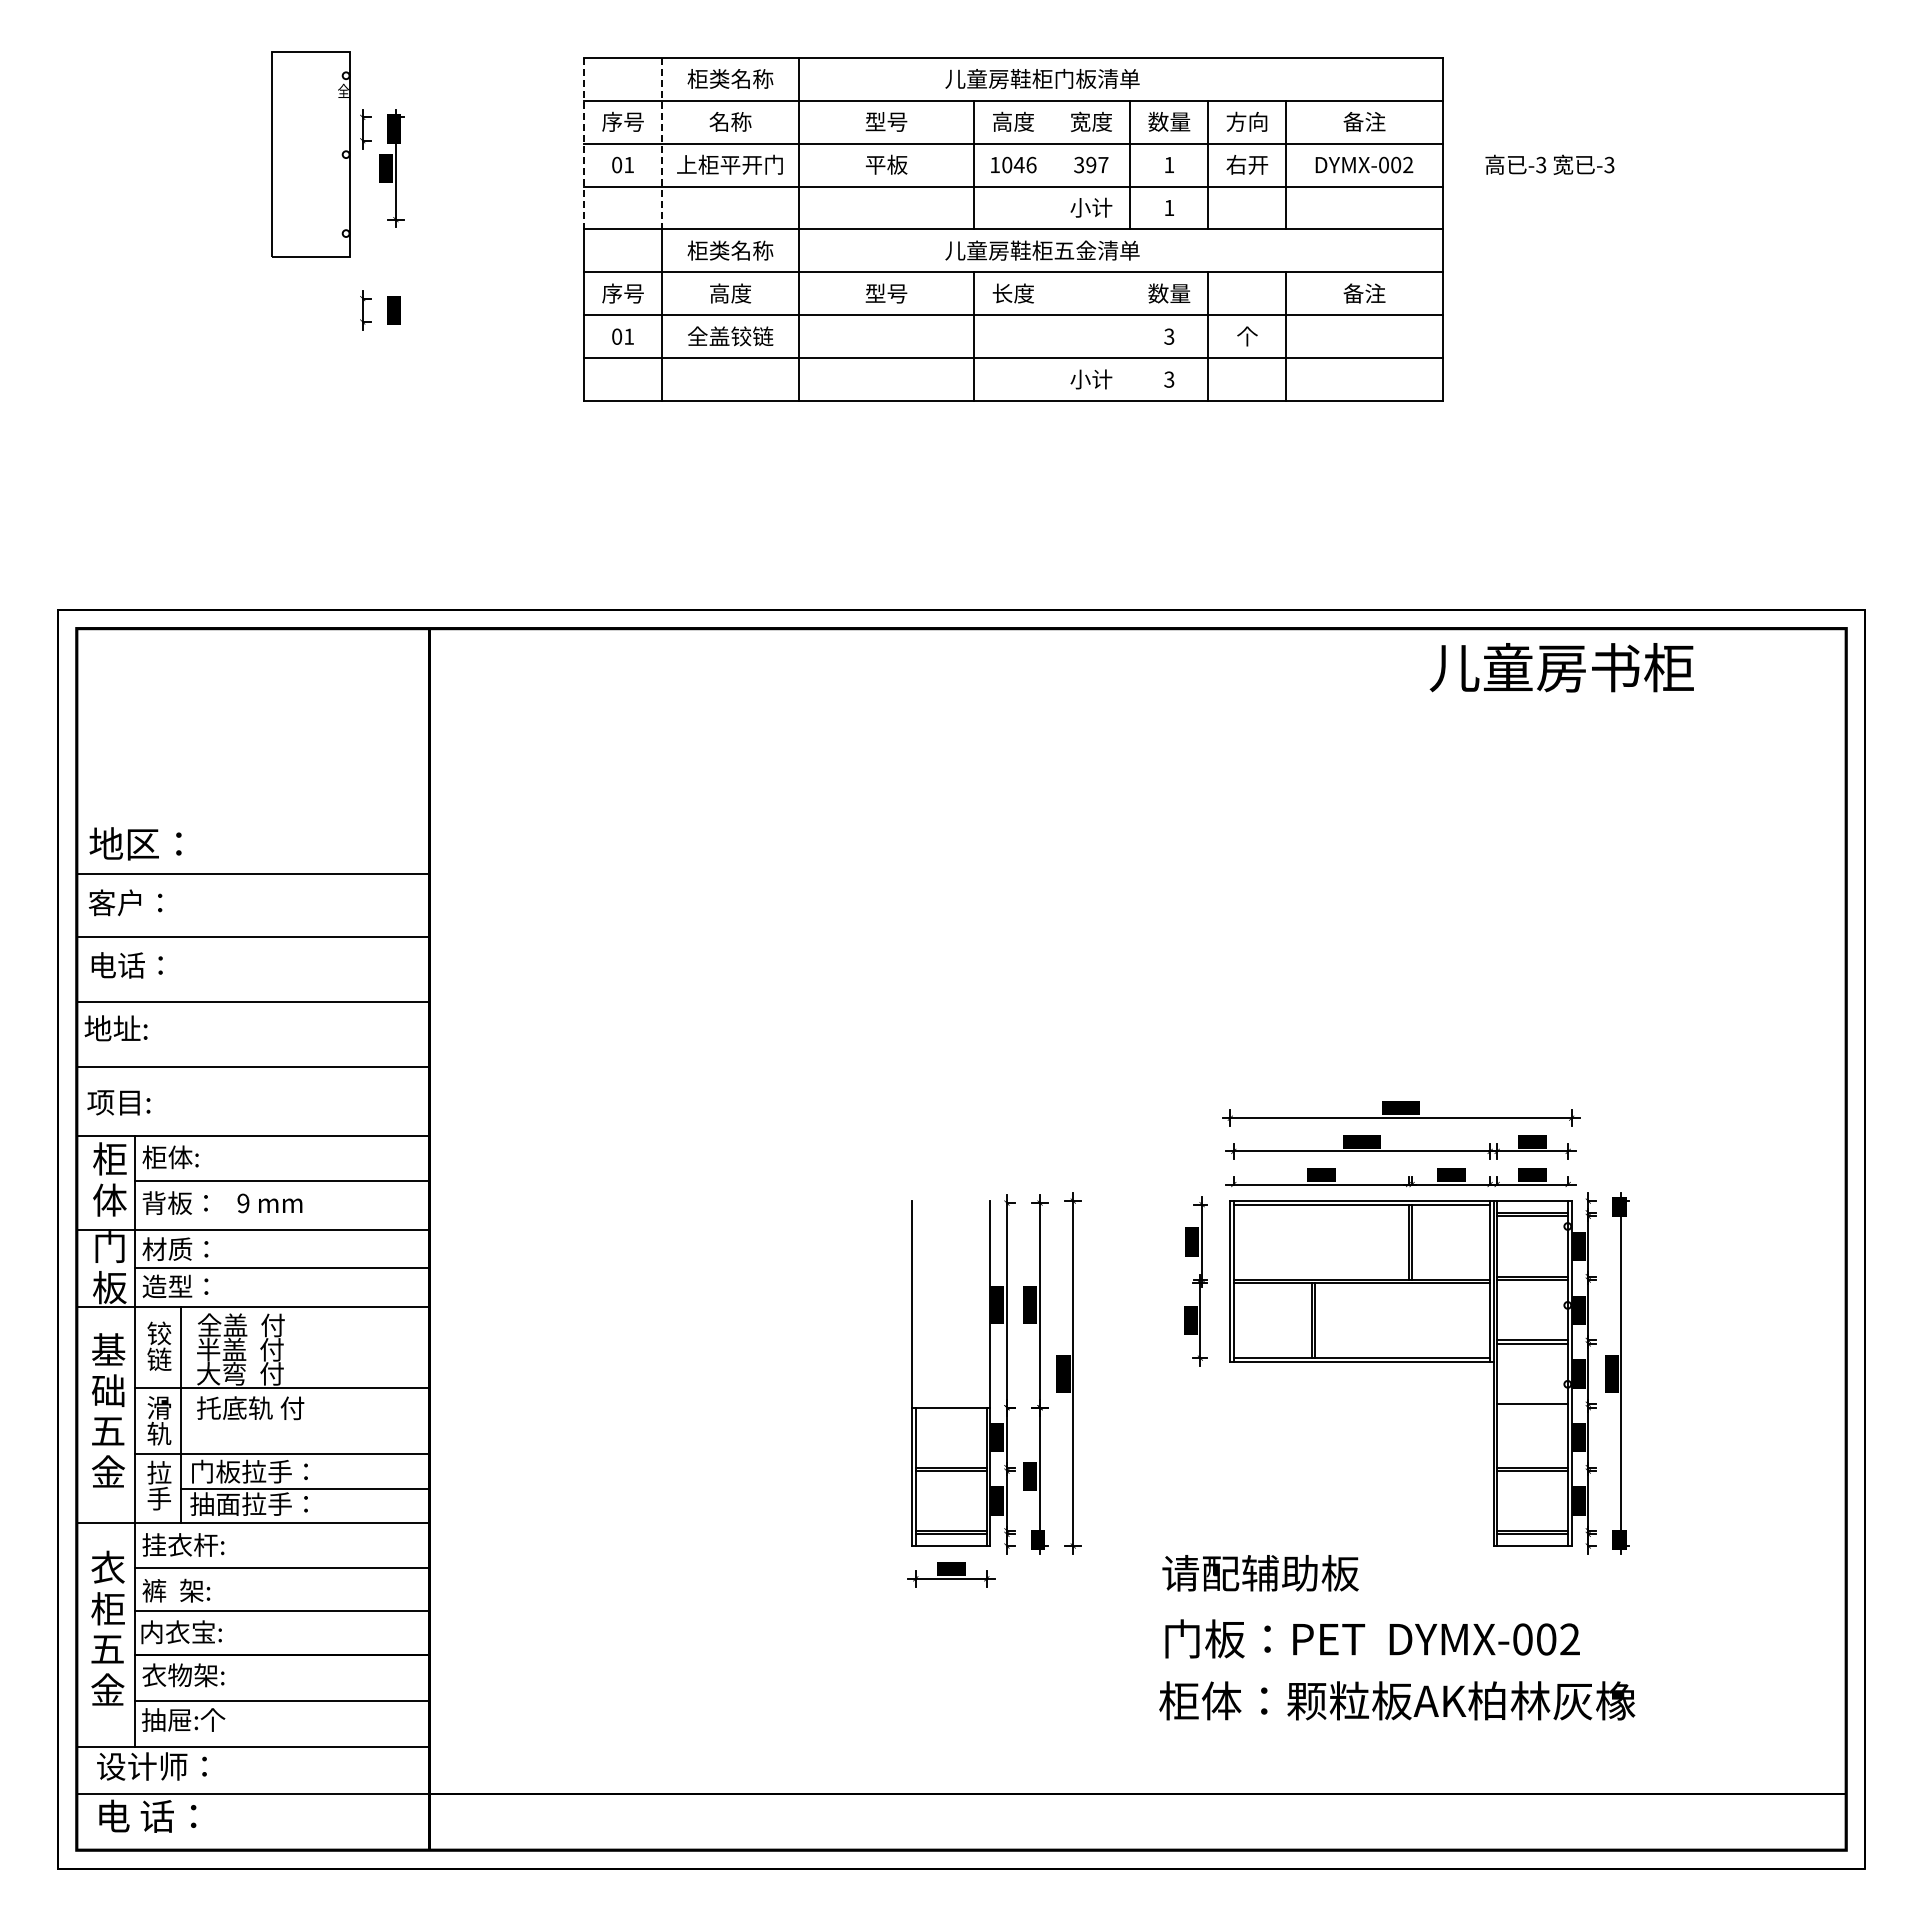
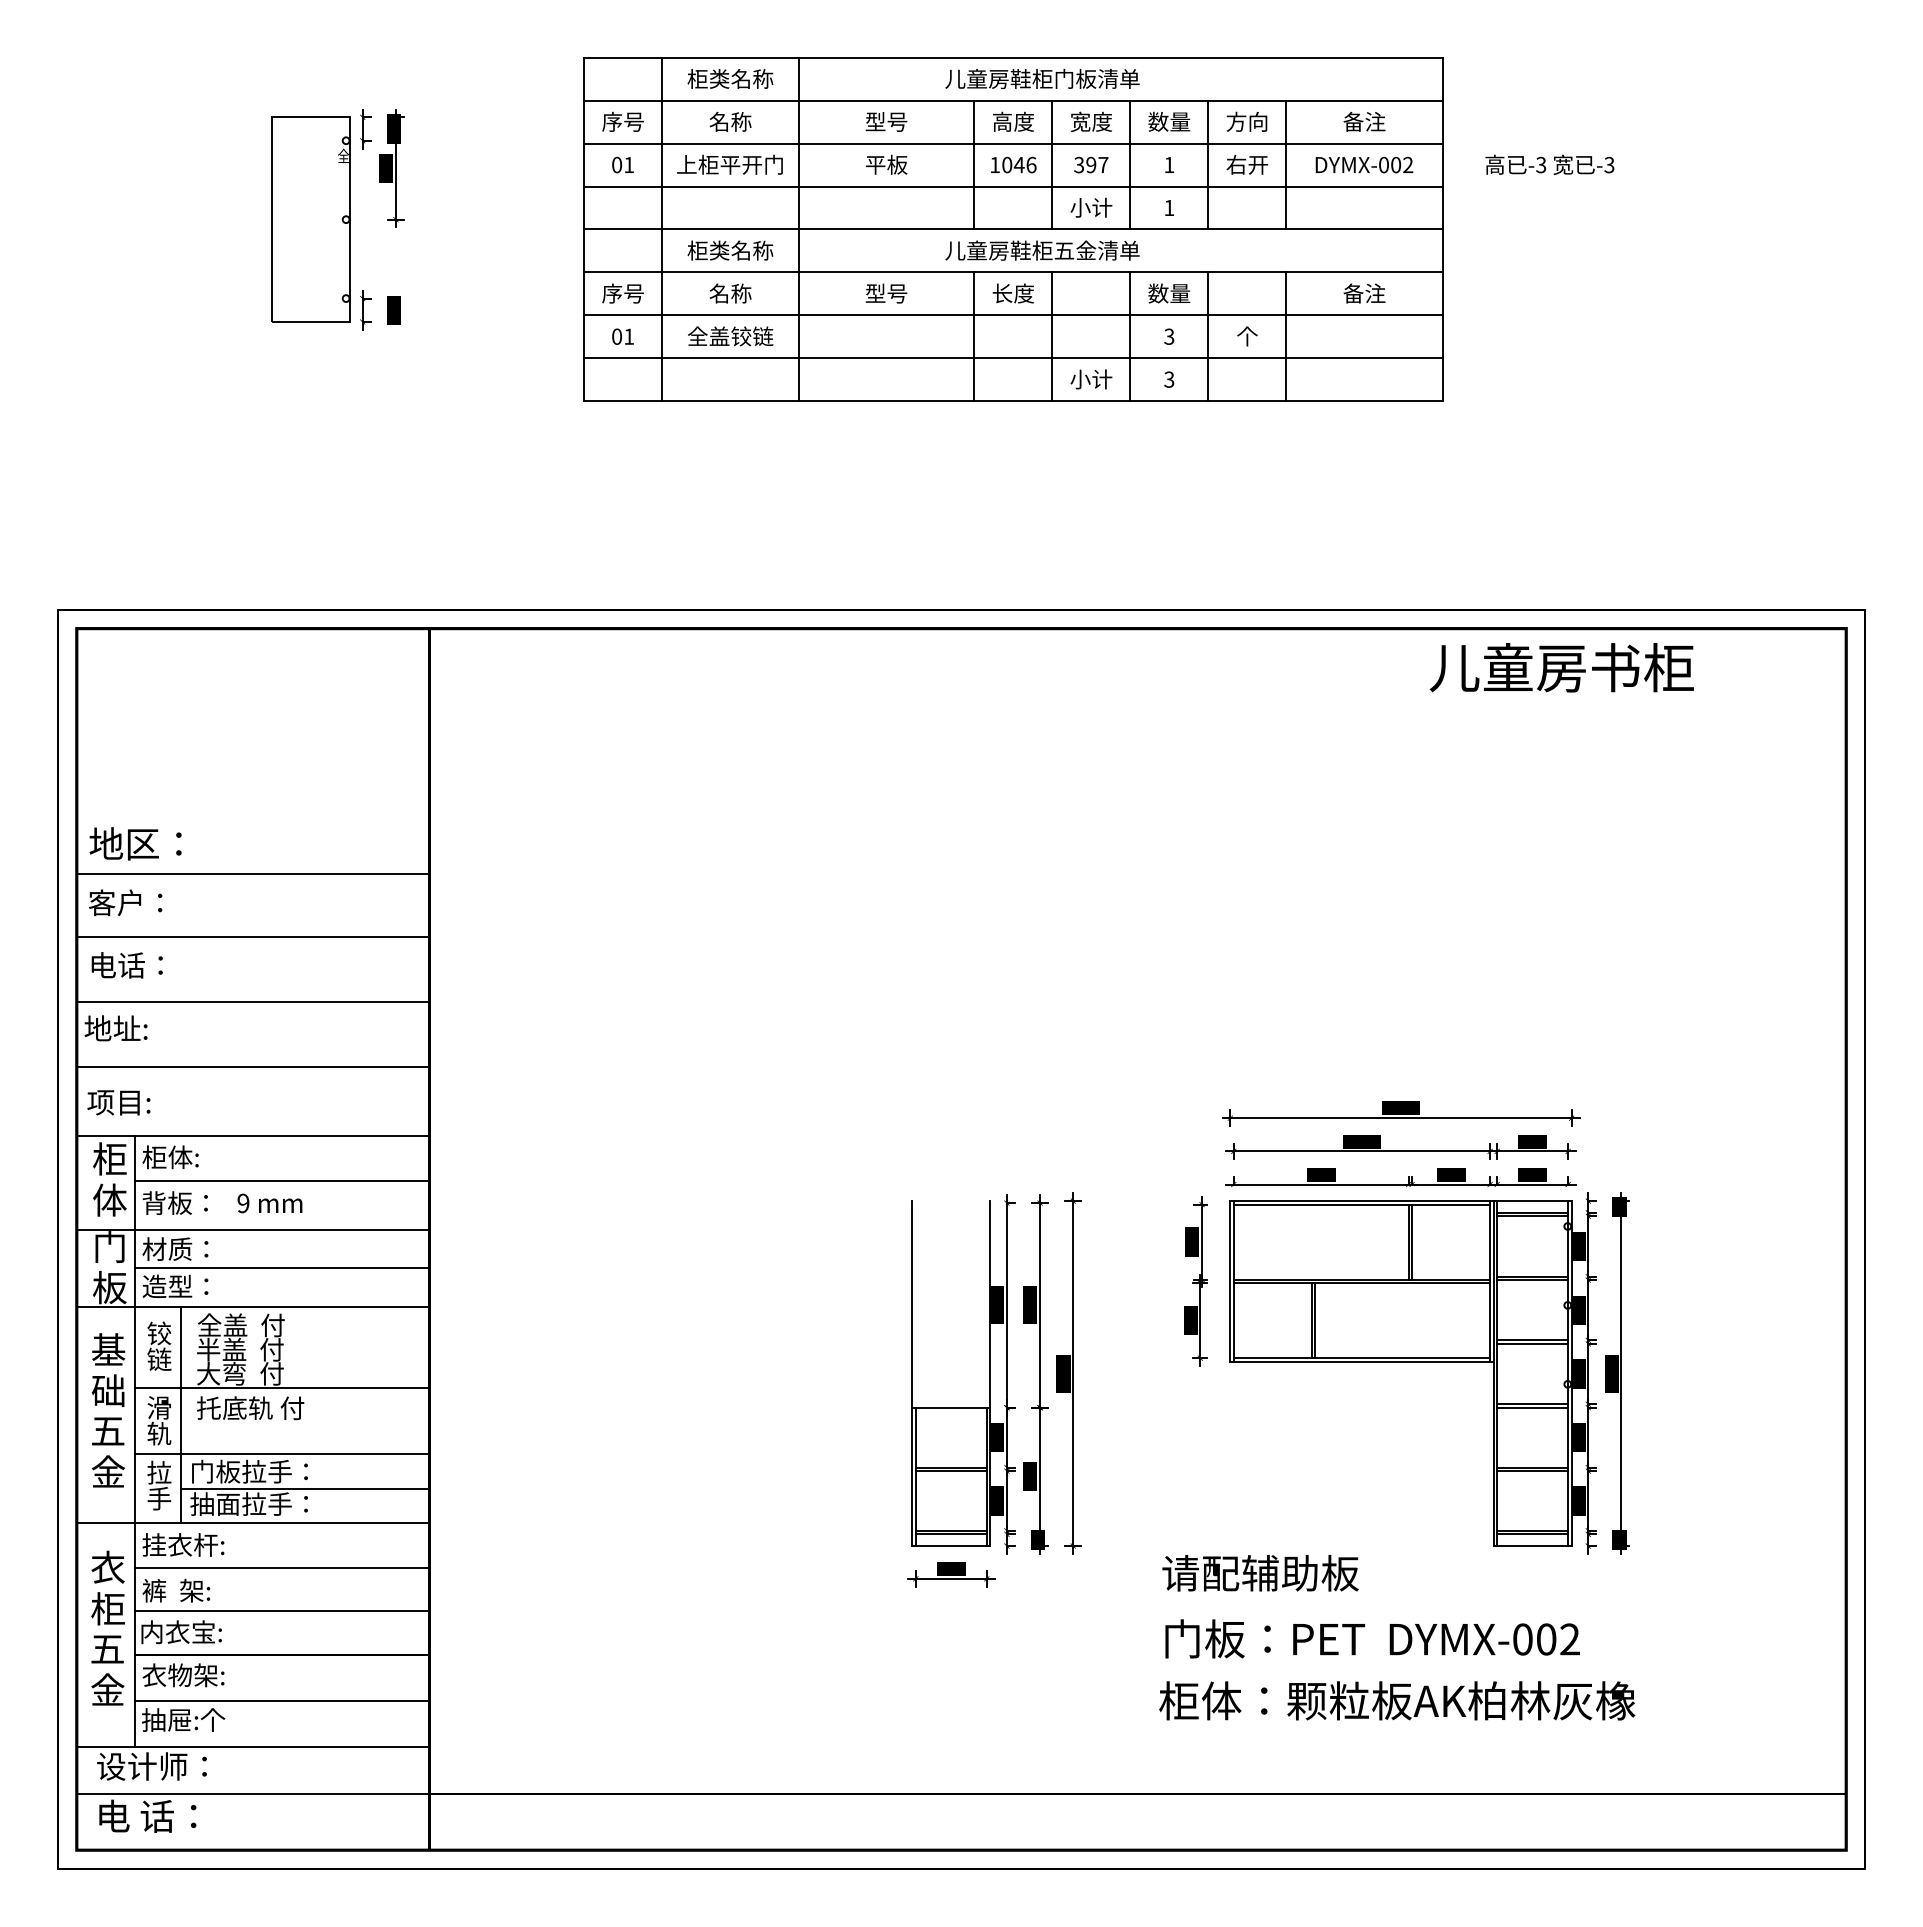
line at (584, 143): dashed -> solid
line at (662, 143): dashed -> solid
part at (310, 154) position: (310, 154) -> (310, 219)
line at (1052, 164): none -> present
text at (730, 293): 高度 -> 名称
line at (1052, 336): none -> present
line at (1130, 336): none -> present
line at (1532, 1407): none -> present
